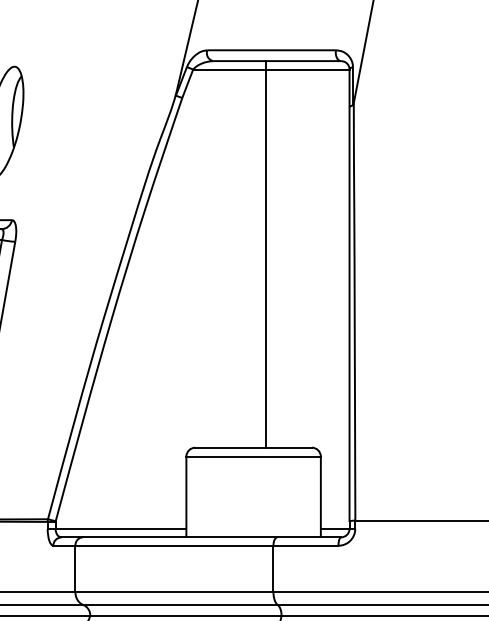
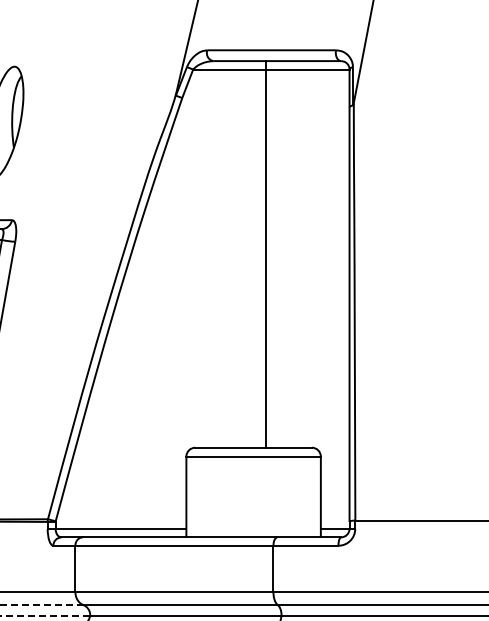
line at (41, 605): solid -> dashed
line at (45, 615): solid -> dashed
